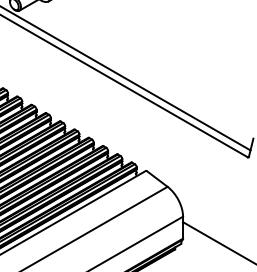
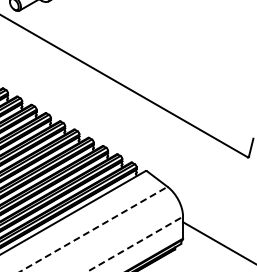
line at (126, 78): present -> none
line at (94, 229): solid -> dashed
line at (135, 244): solid -> dashed
